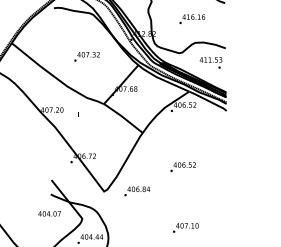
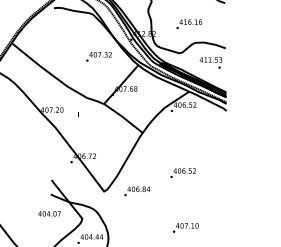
text at (192, 19) position: (192, 19) -> (189, 24)
text at (86, 56) position: (86, 56) -> (98, 56)
text at (182, 166) position: (182, 166) -> (182, 172)
